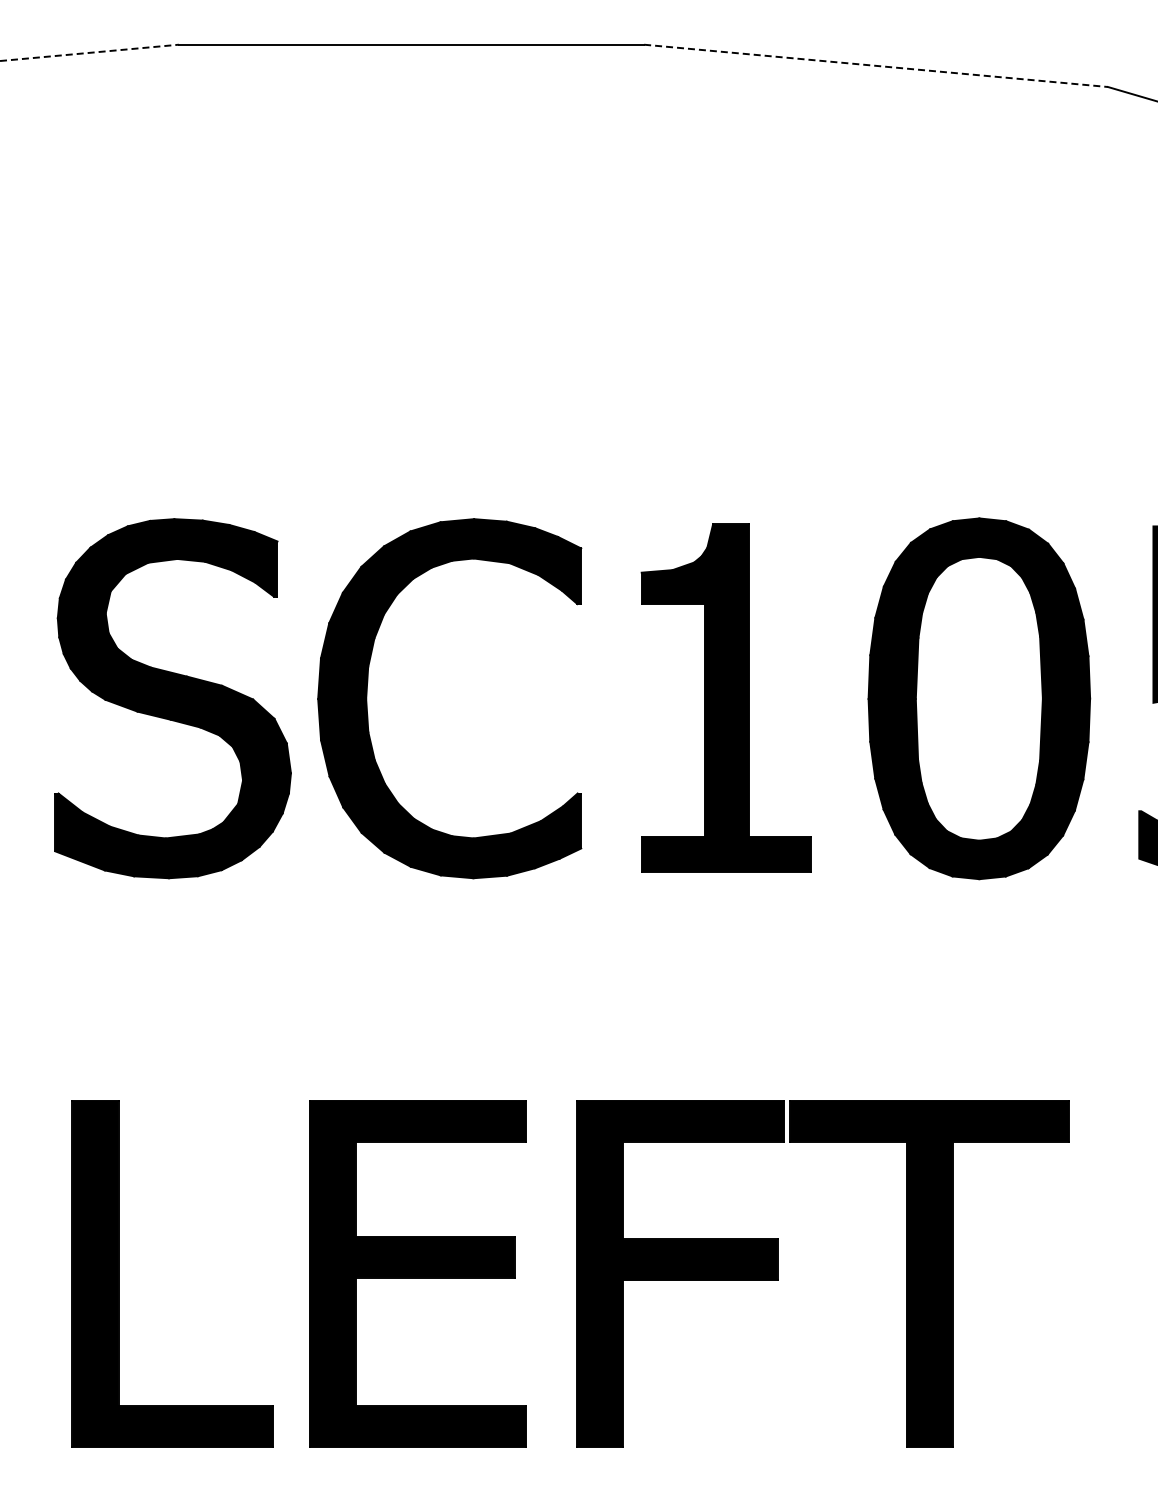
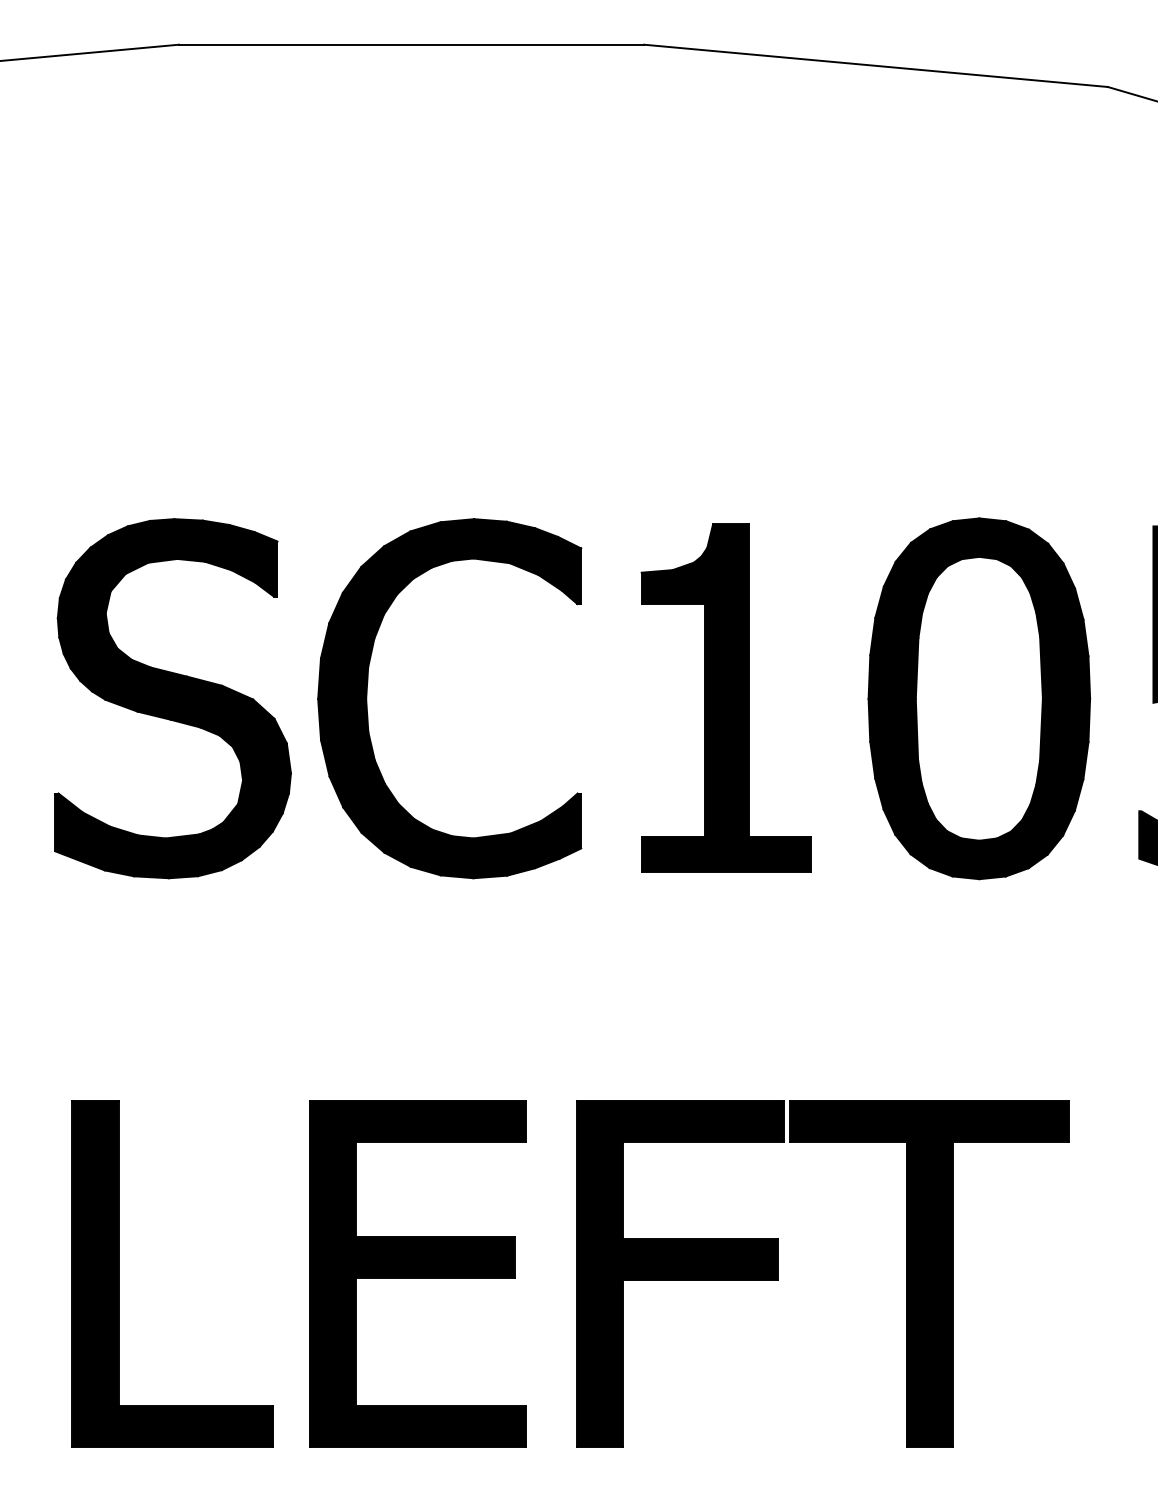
line at (90, 52): dashed -> solid
line at (876, 65): dashed -> solid
